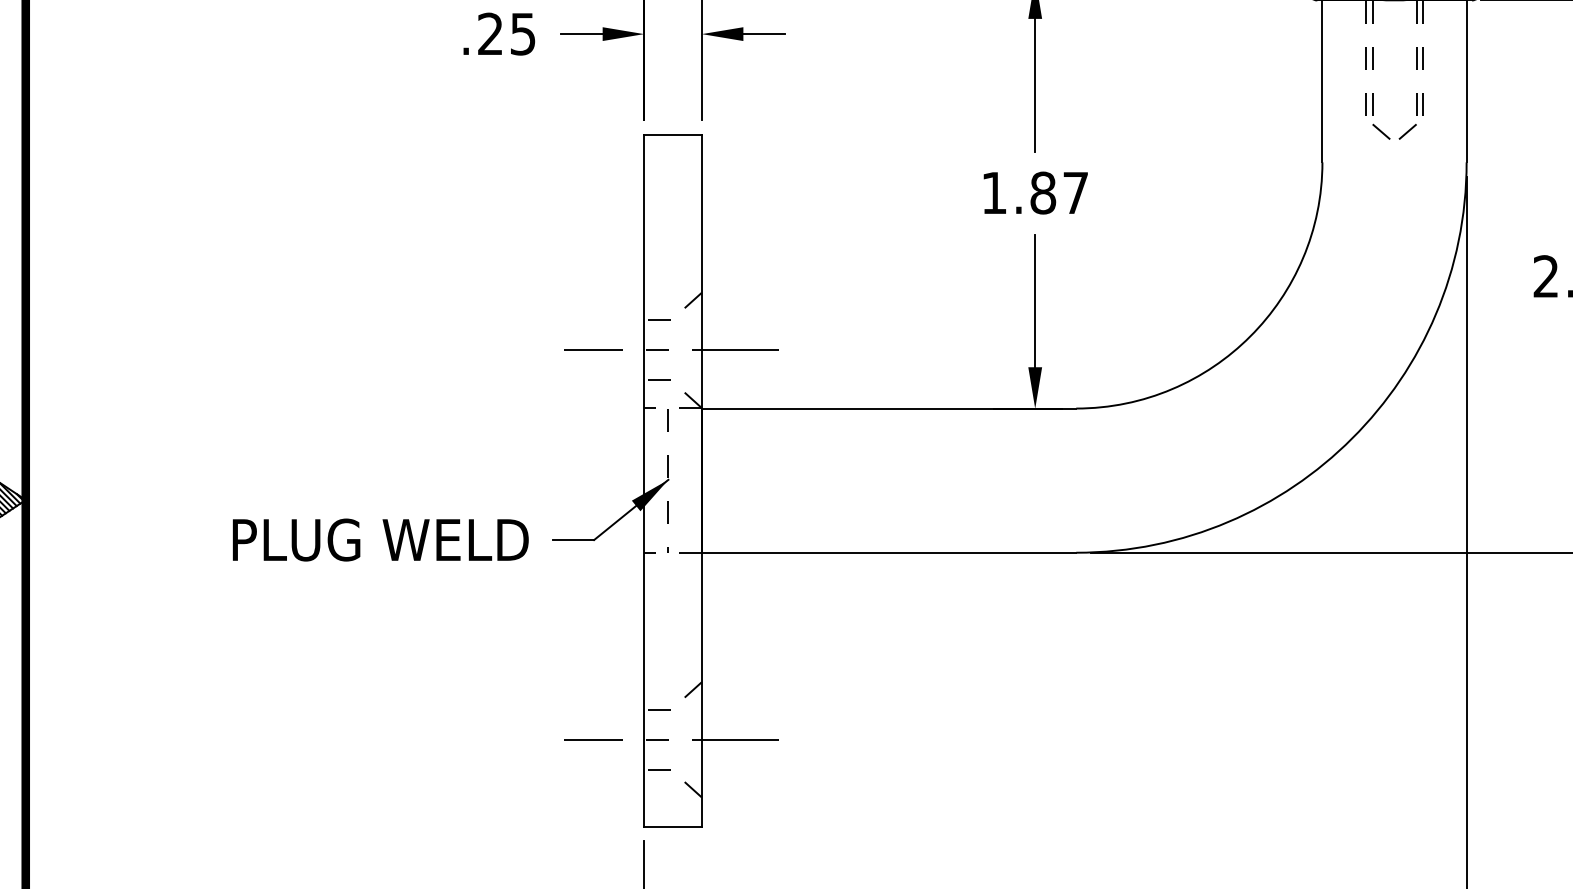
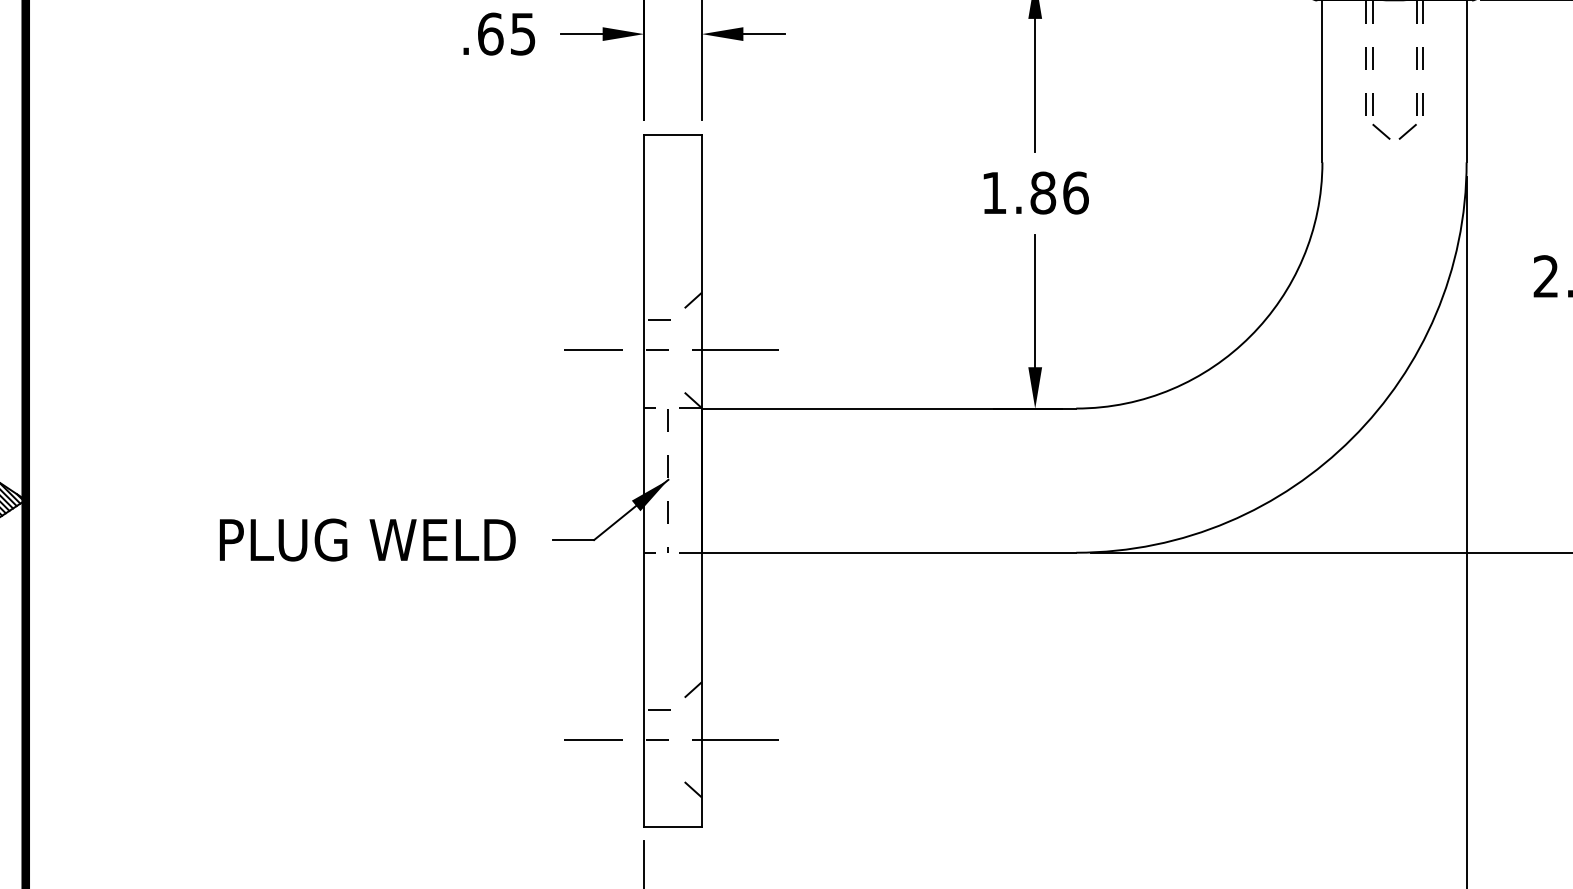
text at (490, 33): .25 -> .65
text at (1075, 192): 1.87 -> 1.86
line at (657, 380): present -> none
text at (380, 539) position: (380, 539) -> (367, 539)
line at (657, 769): present -> none
